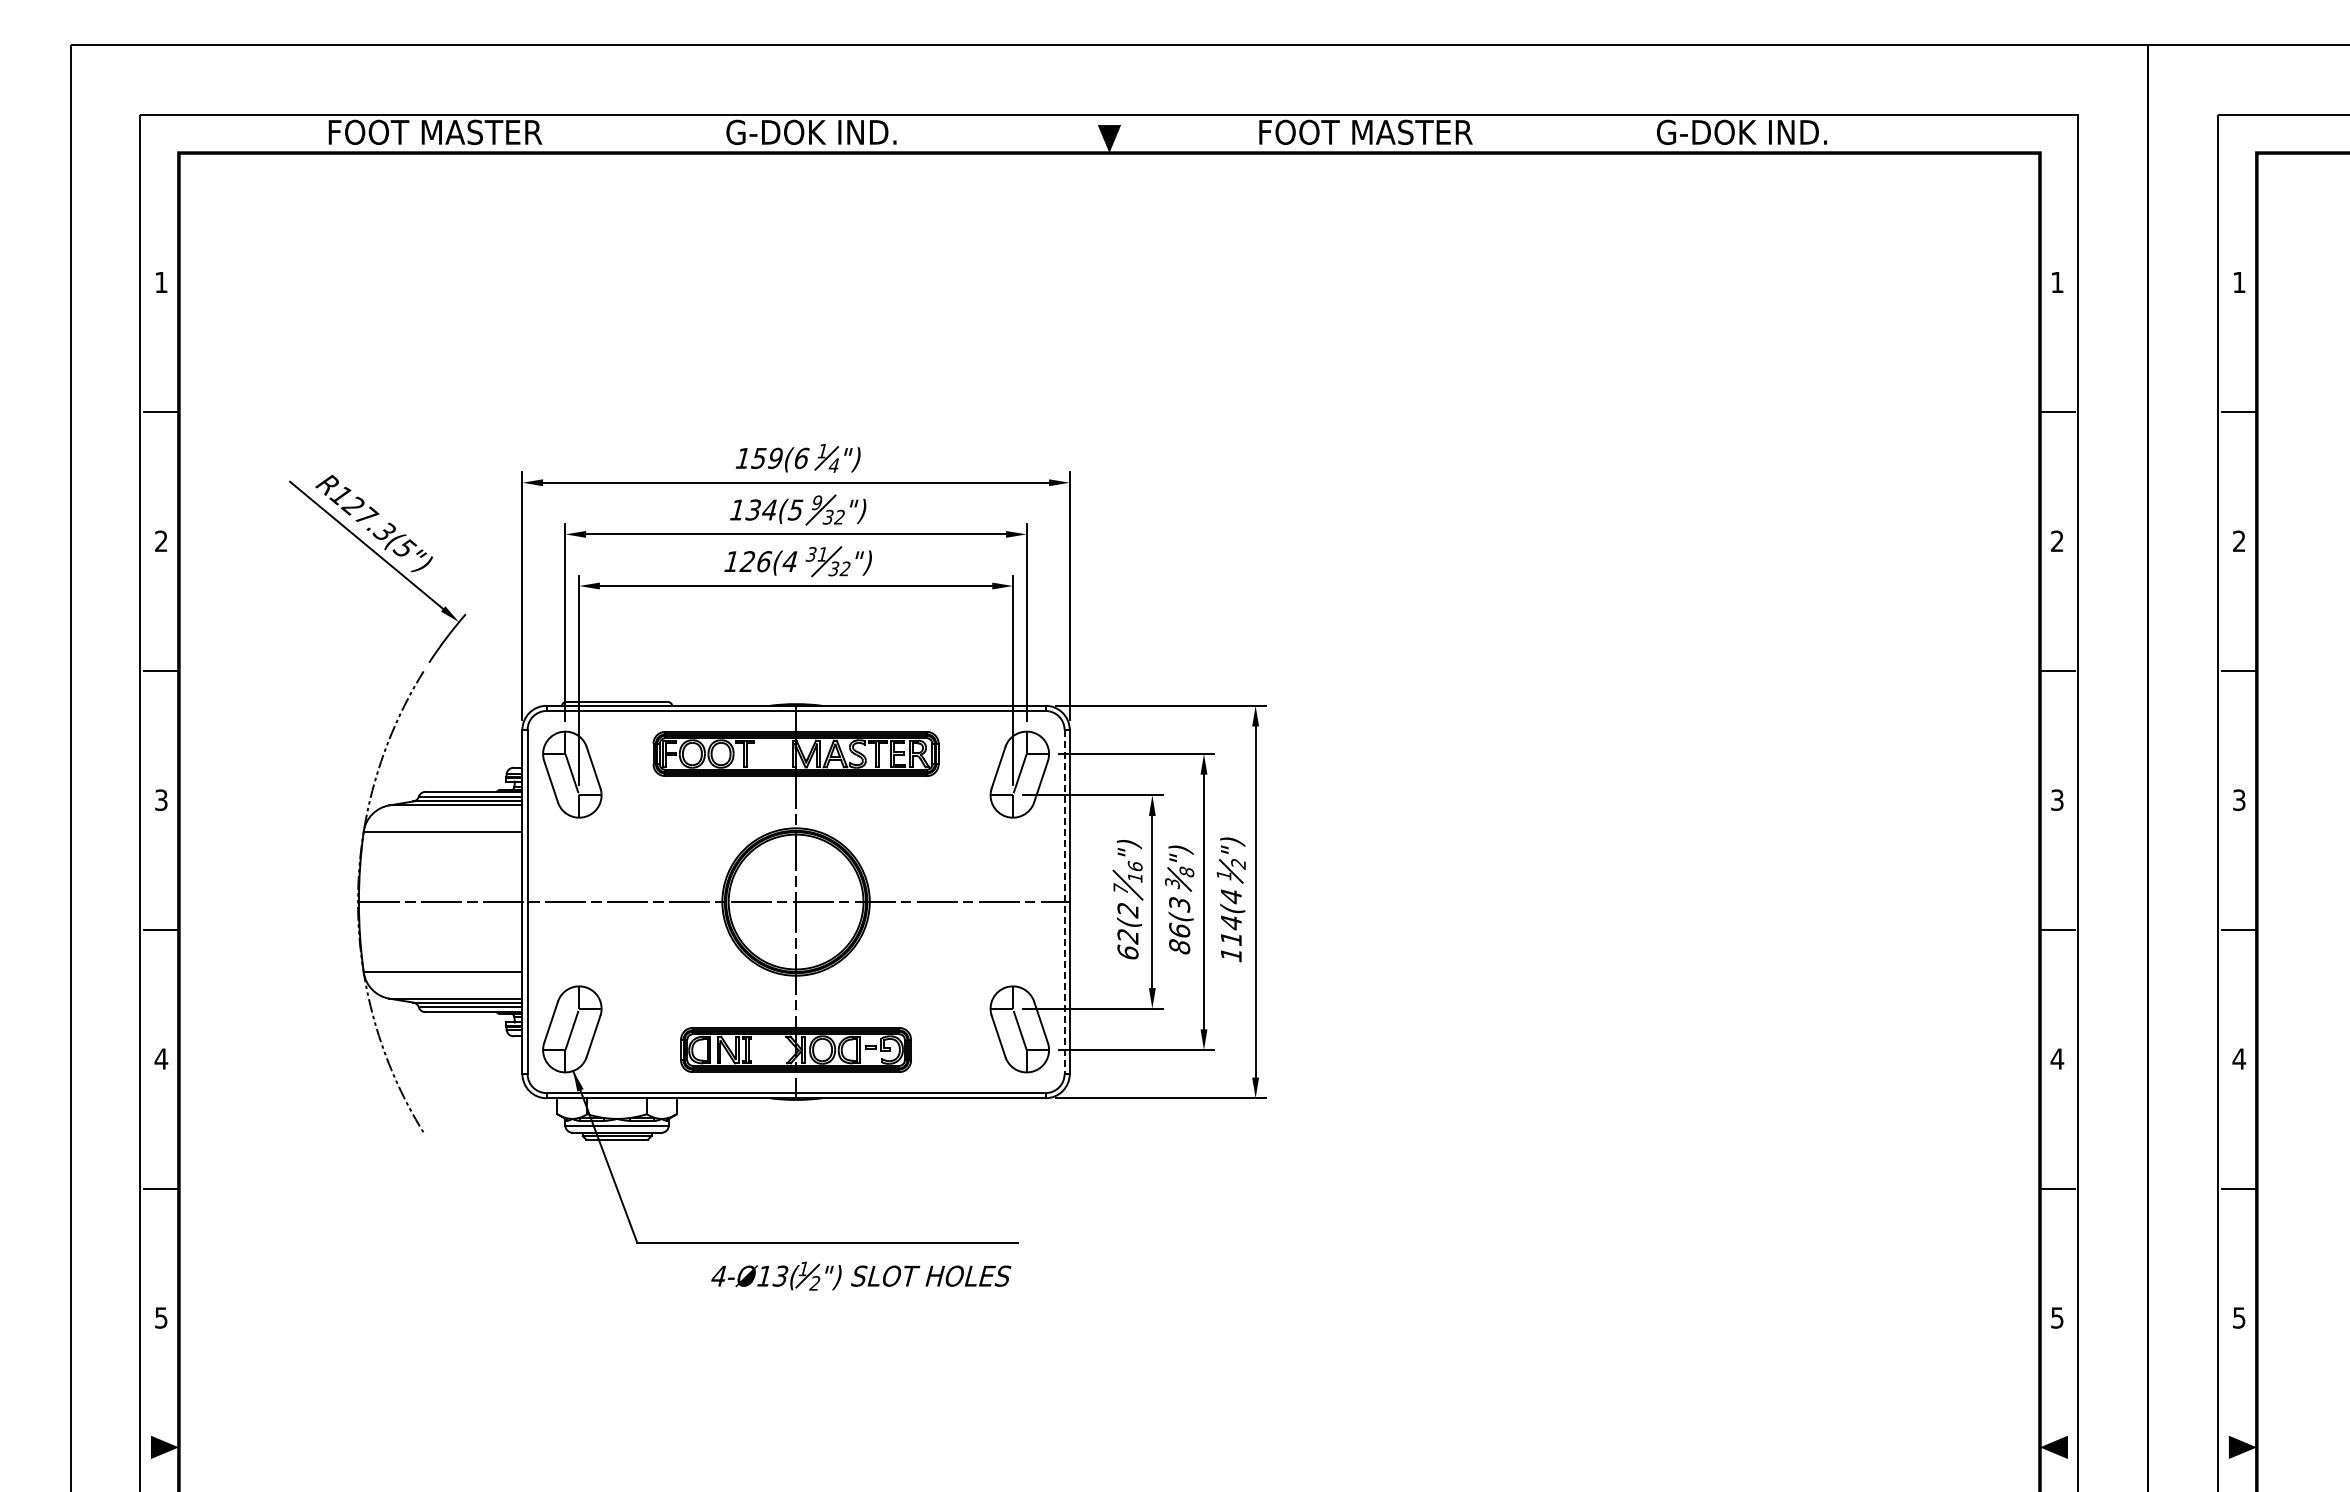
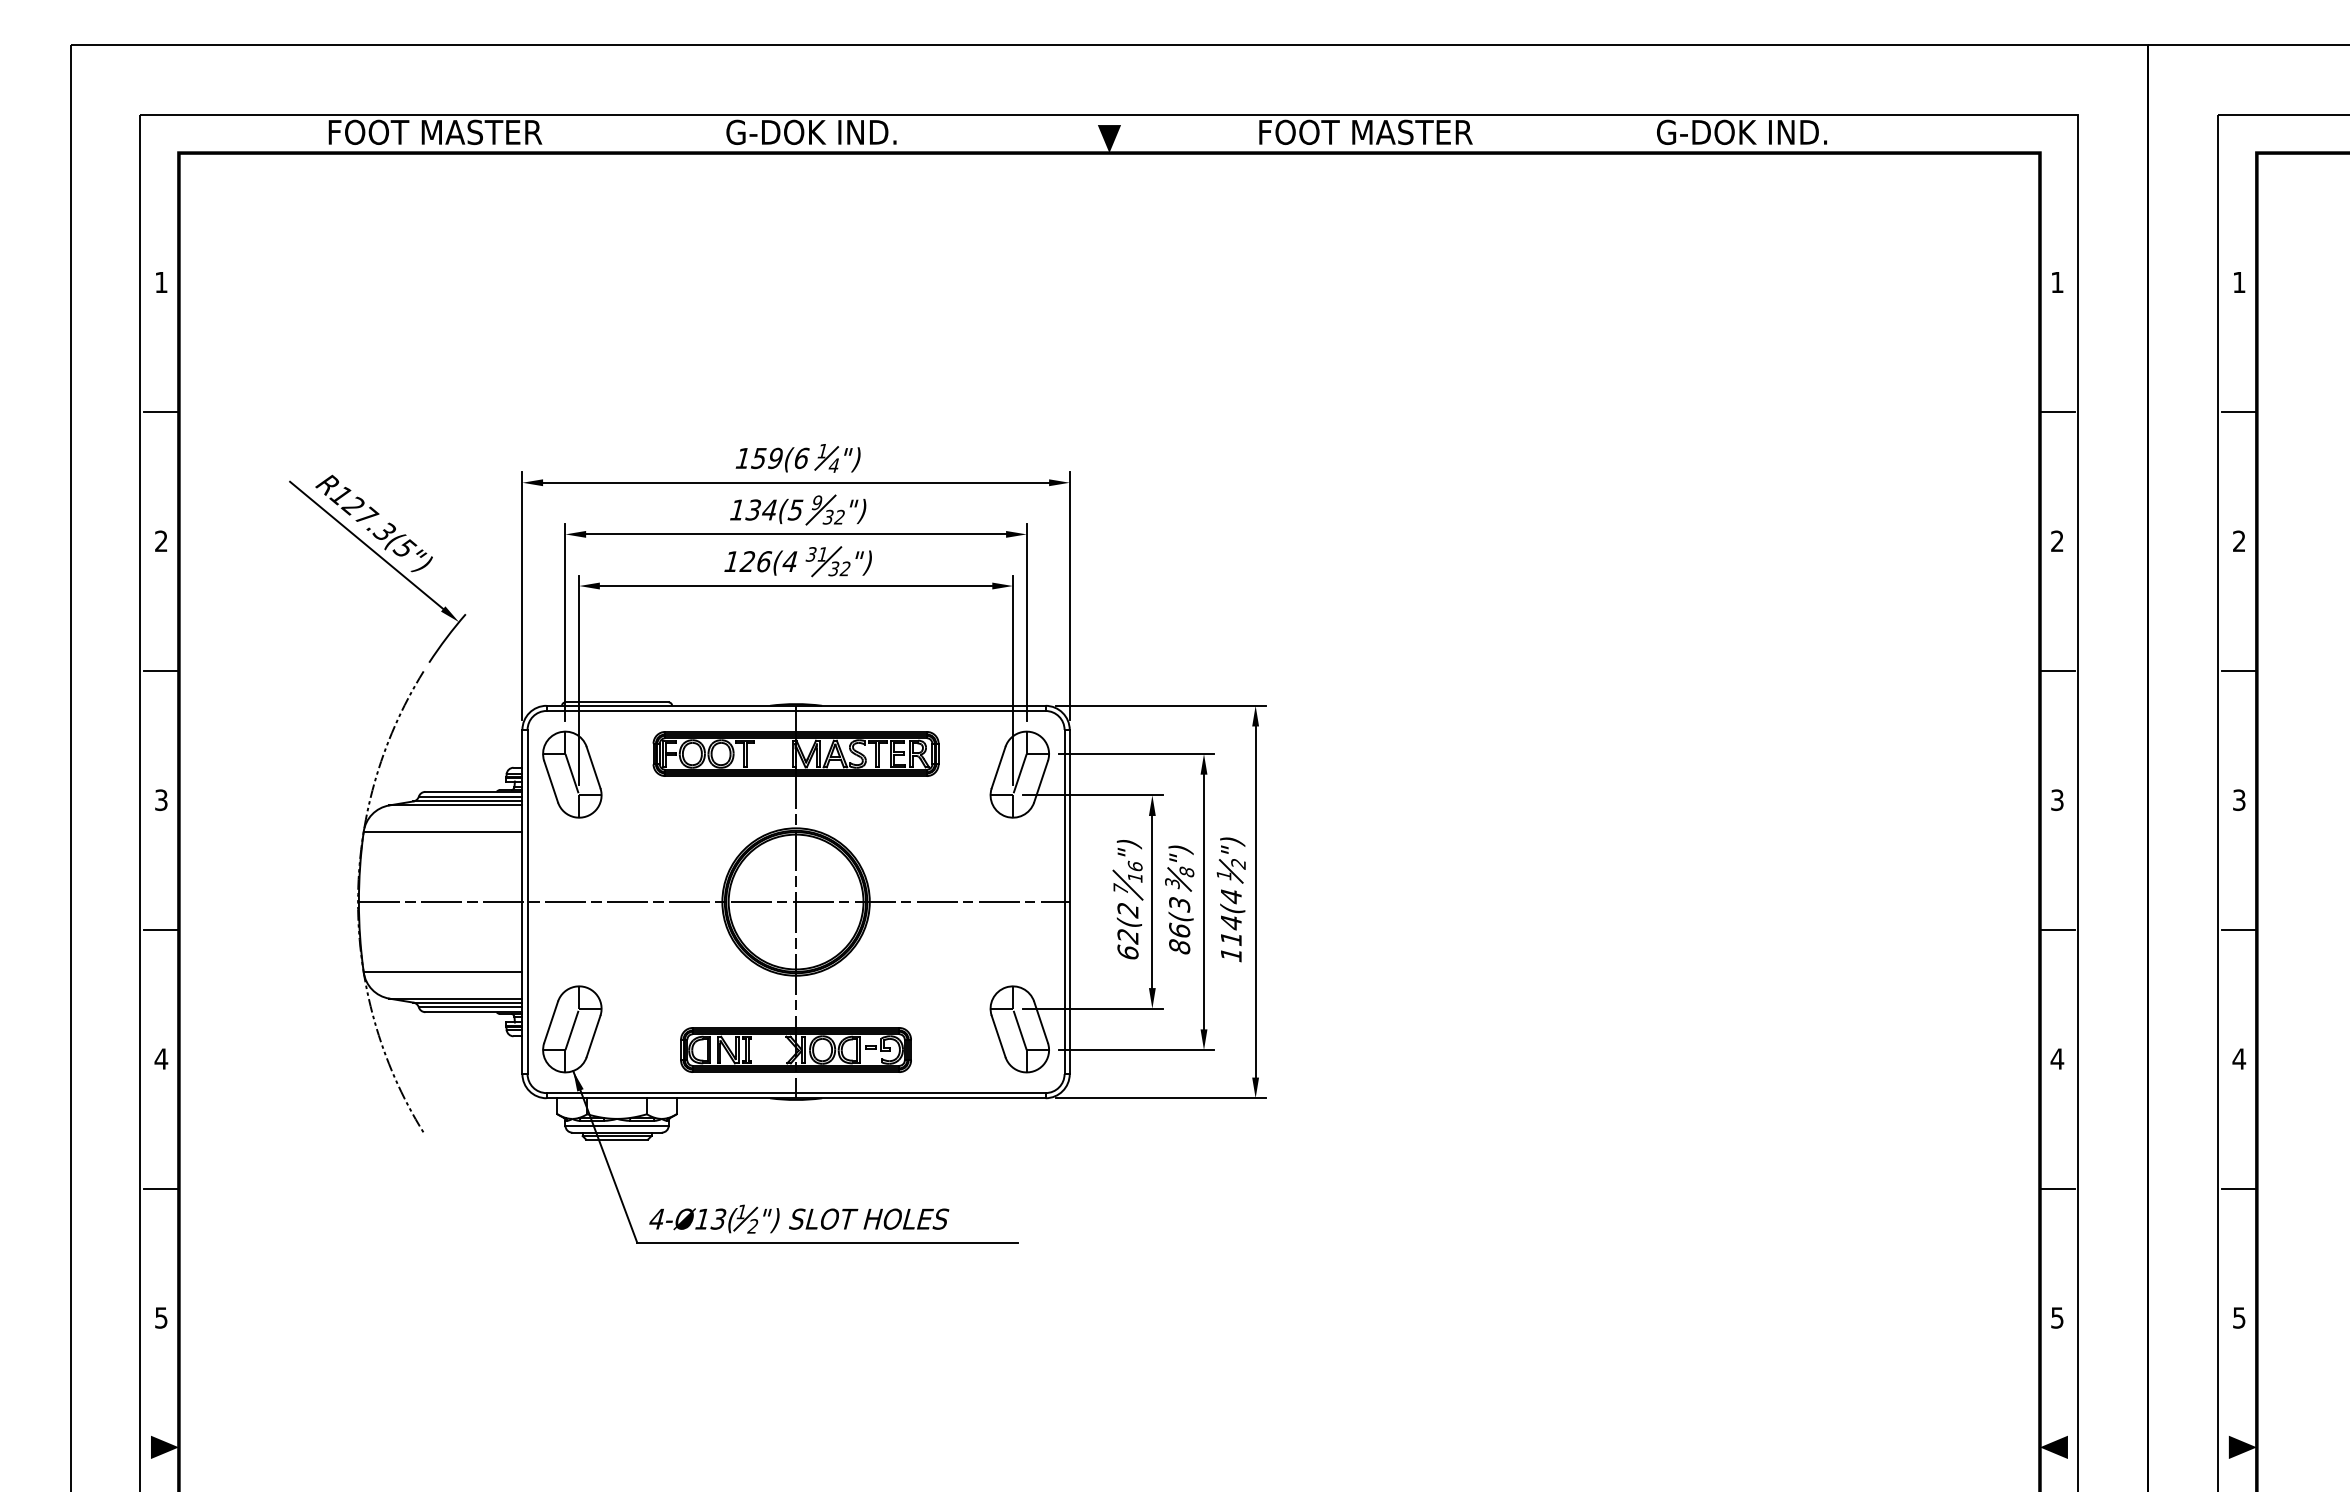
line at (1064, 902): dashed -> solid
part at (861, 1275) position: (861, 1275) -> (799, 1218)
